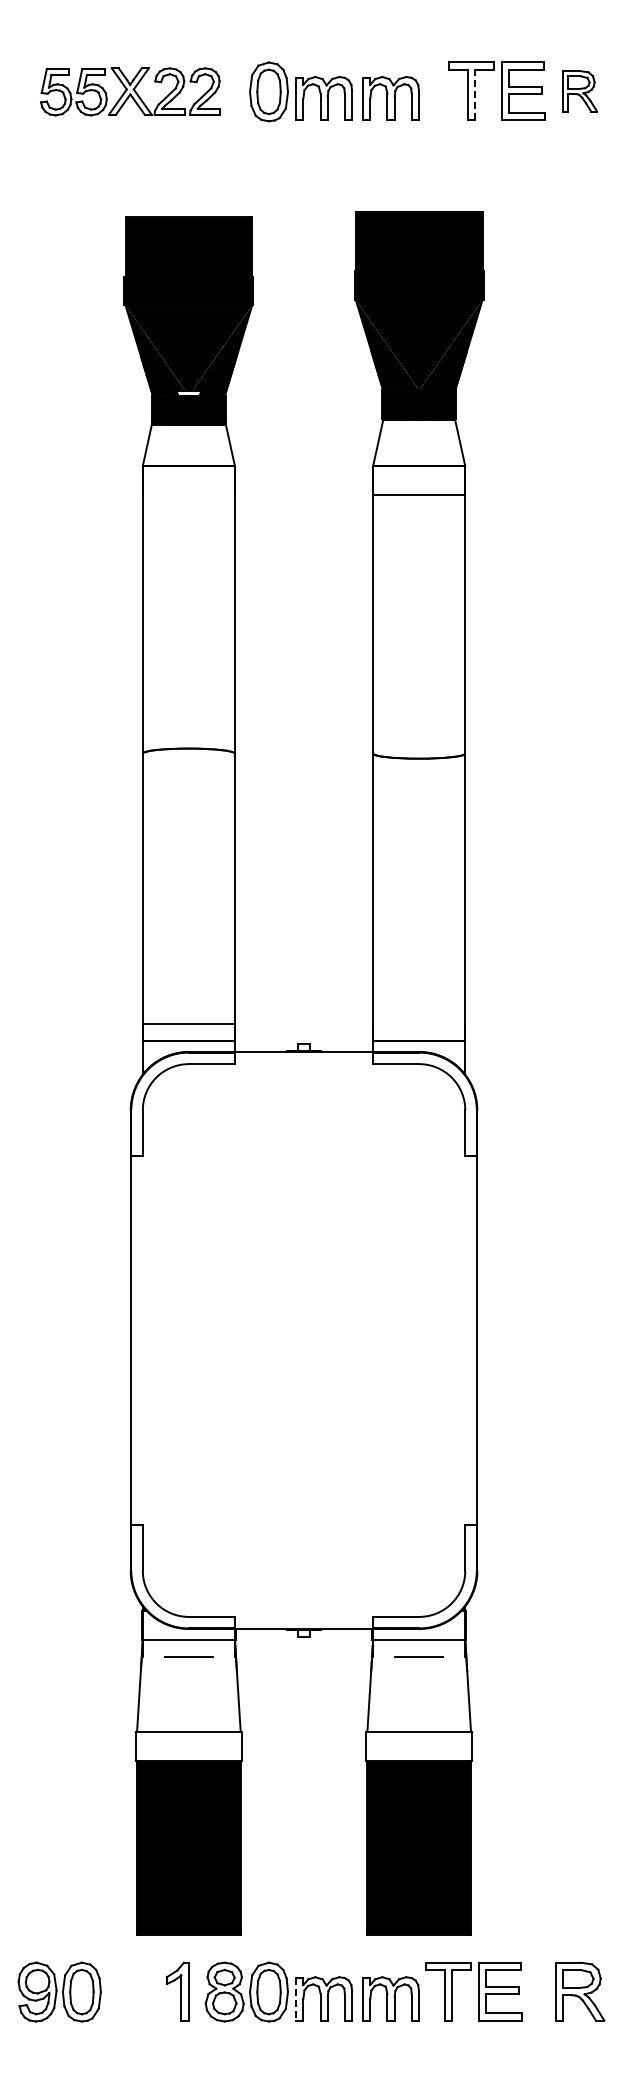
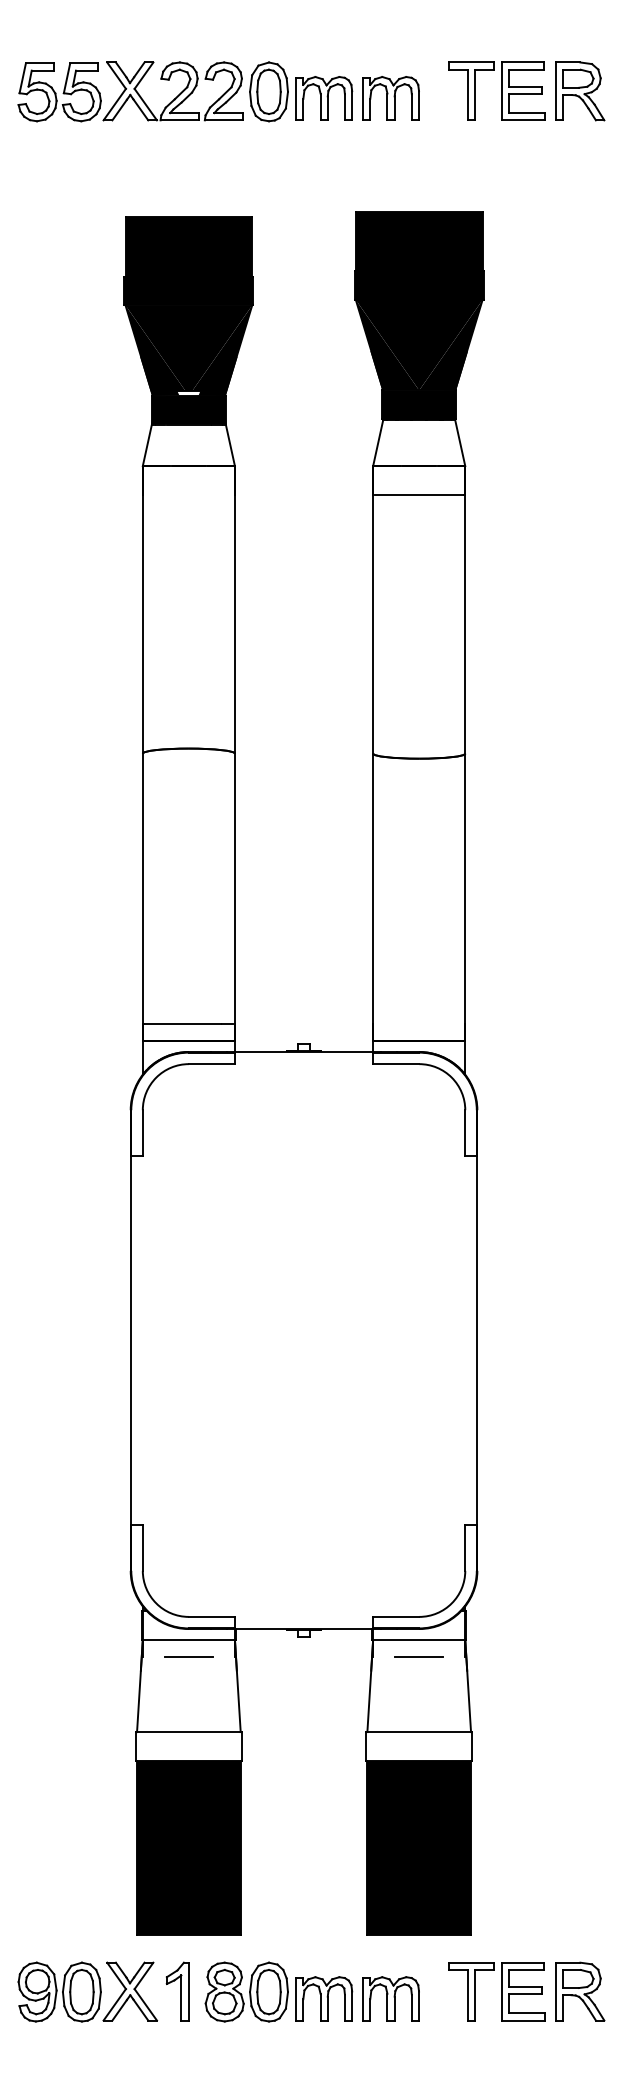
part at (130, 91) size: 181x50 px -> 227x62 px
part at (580, 91) size: 37x43 px -> 51x61 px
line at (475, 94): dashed -> solid
part at (129, 1991): none -> present
part at (473, 1991) position: (473, 1991) -> (496, 1991)
line at (296, 1999): dashed -> solid
